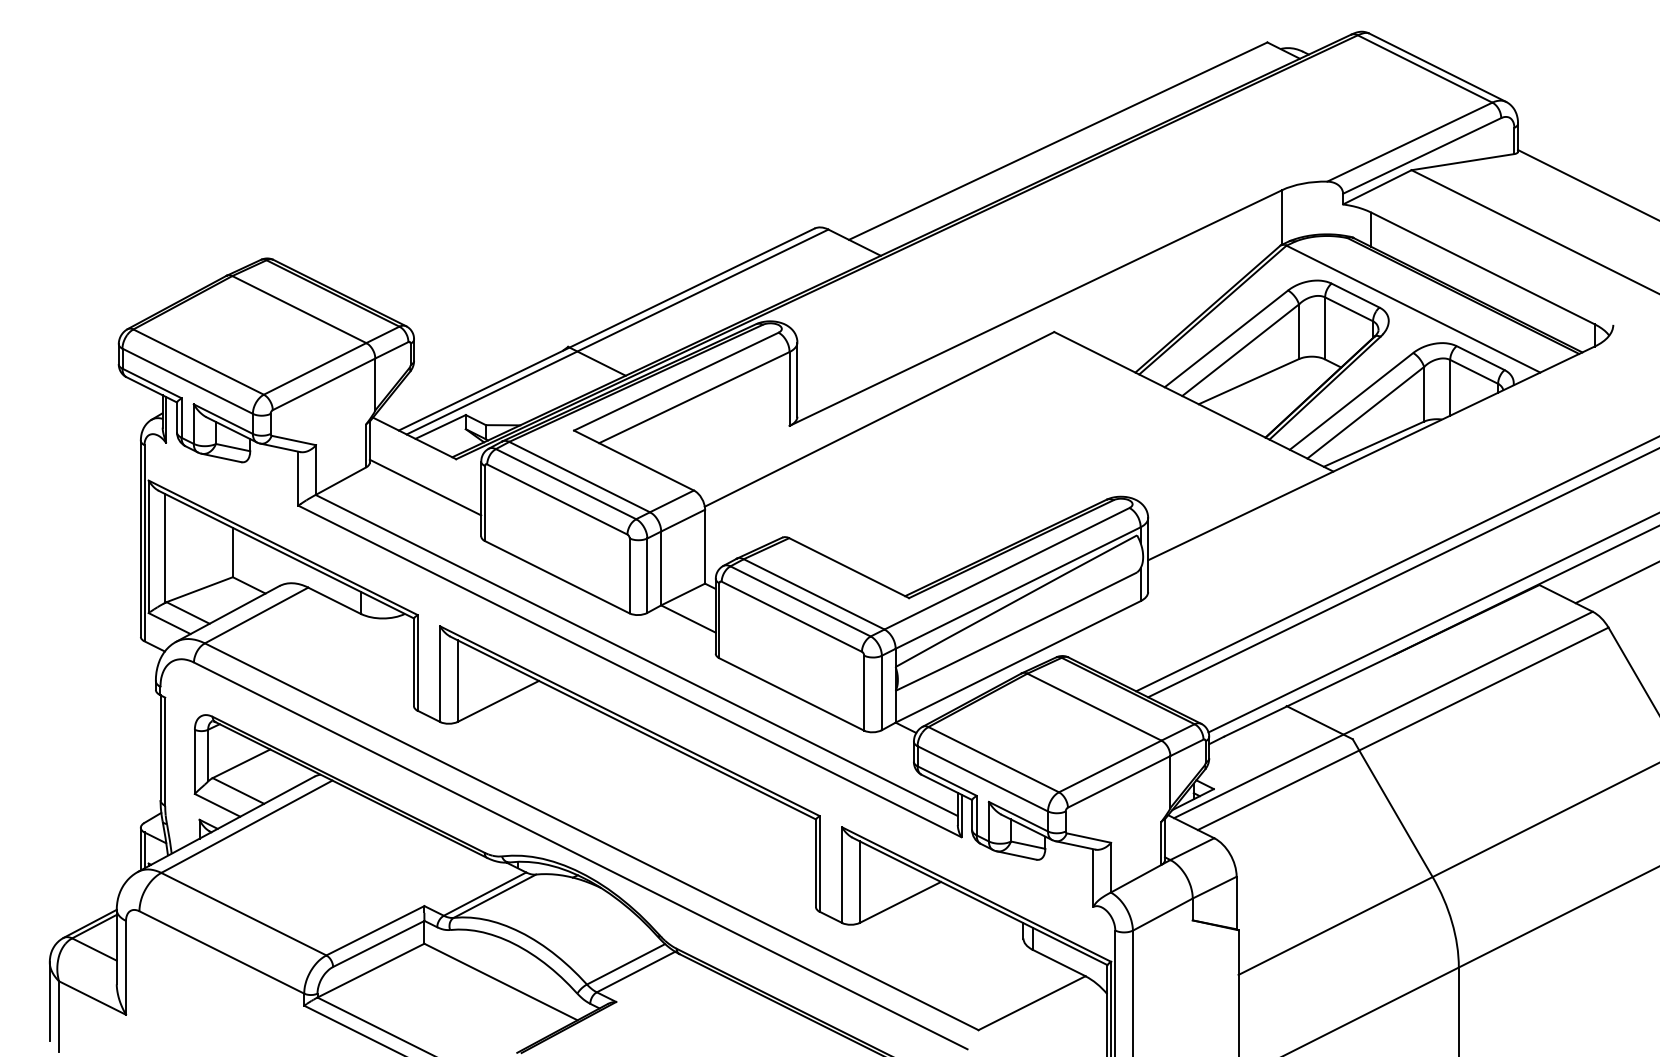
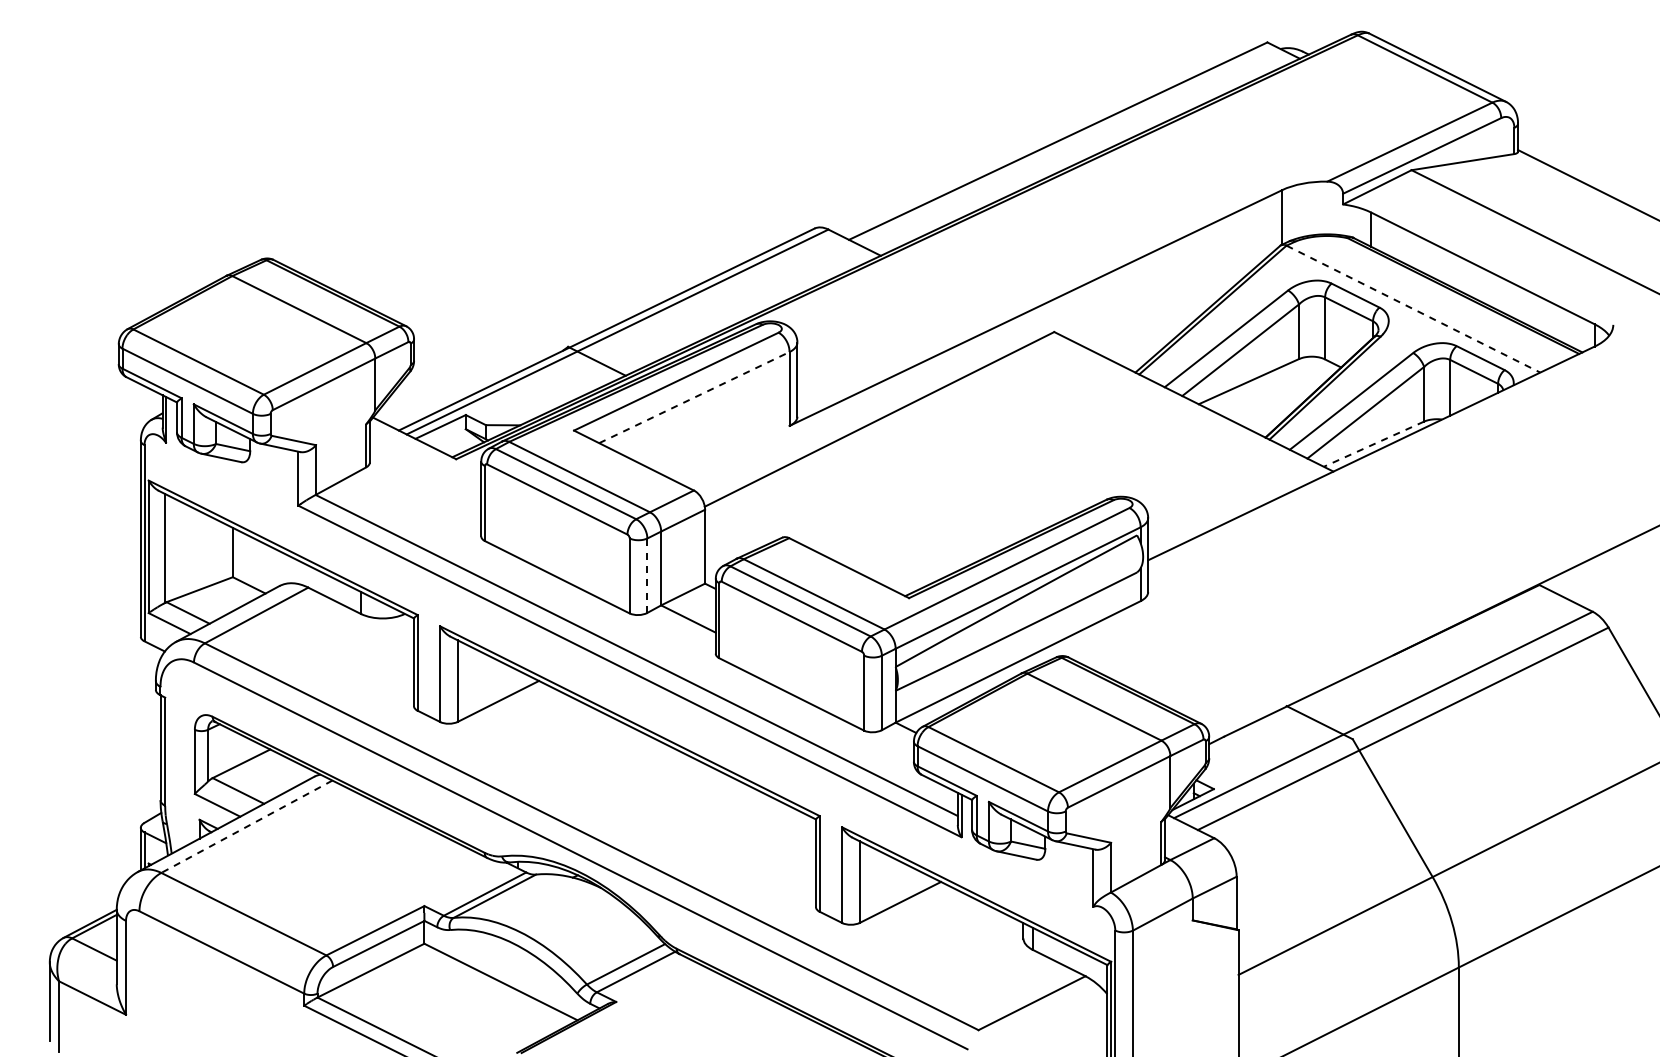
line at (1413, 309): solid -> dashed
line at (694, 397): solid -> dashed
line at (1373, 444): solid -> dashed
line at (425, 487): present -> none
line at (1396, 564): present -> none
line at (1402, 573): present -> none
line at (647, 575): solid -> dashed
line at (1615, 583): present -> none
line at (1432, 623): present -> none
line at (246, 826): solid -> dashed
